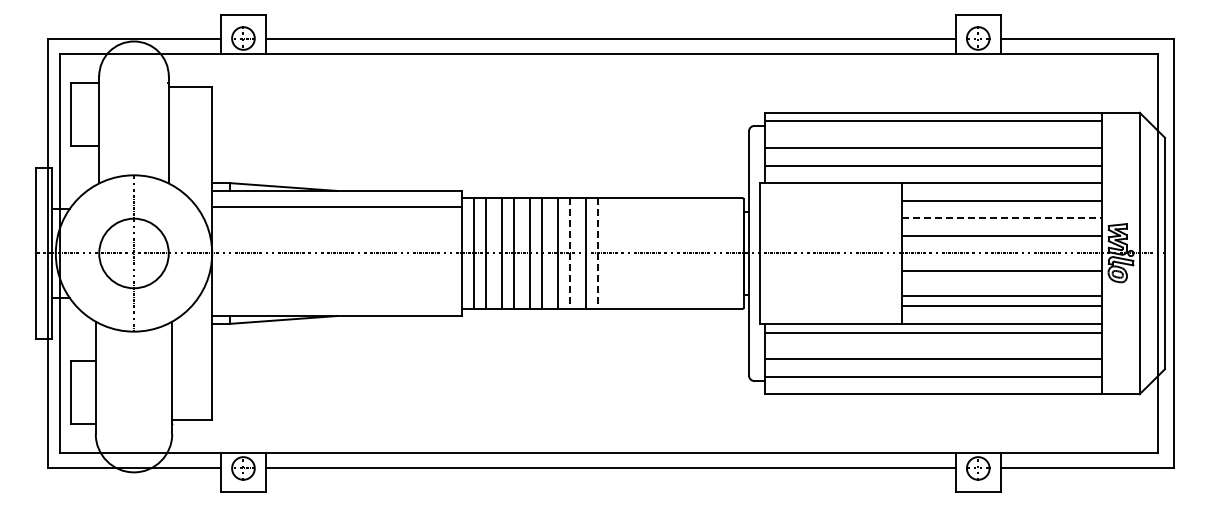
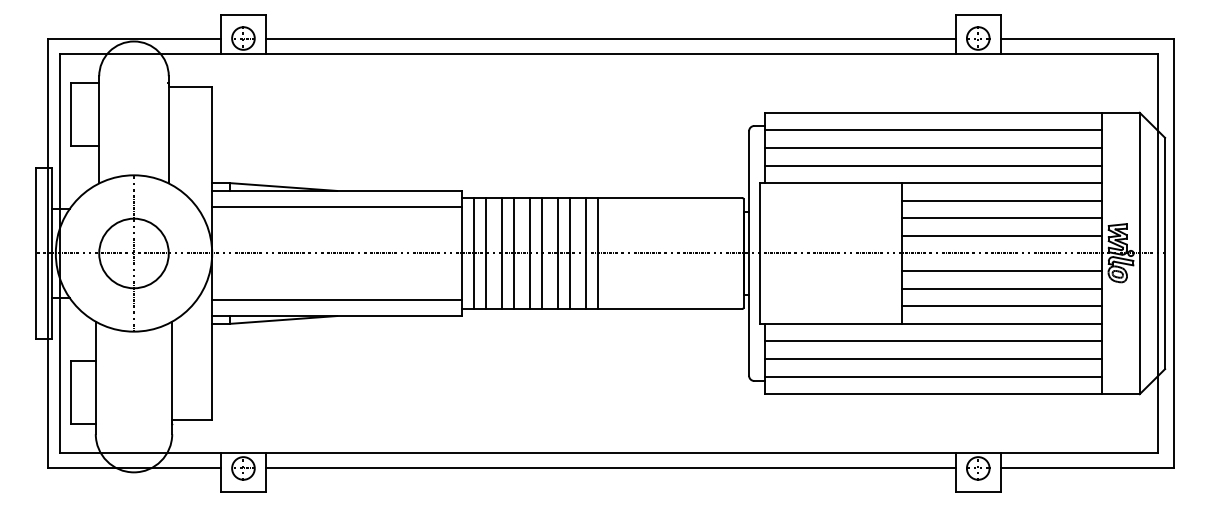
line at (933, 121) position: (933, 121) -> (933, 130)
line at (1001, 218): dashed -> solid
line at (570, 253): dashed -> solid
line at (598, 253): dashed -> solid
line at (1001, 295) position: (1001, 295) -> (1001, 288)
line at (337, 300): none -> present
line at (933, 333) position: (933, 333) -> (933, 341)
